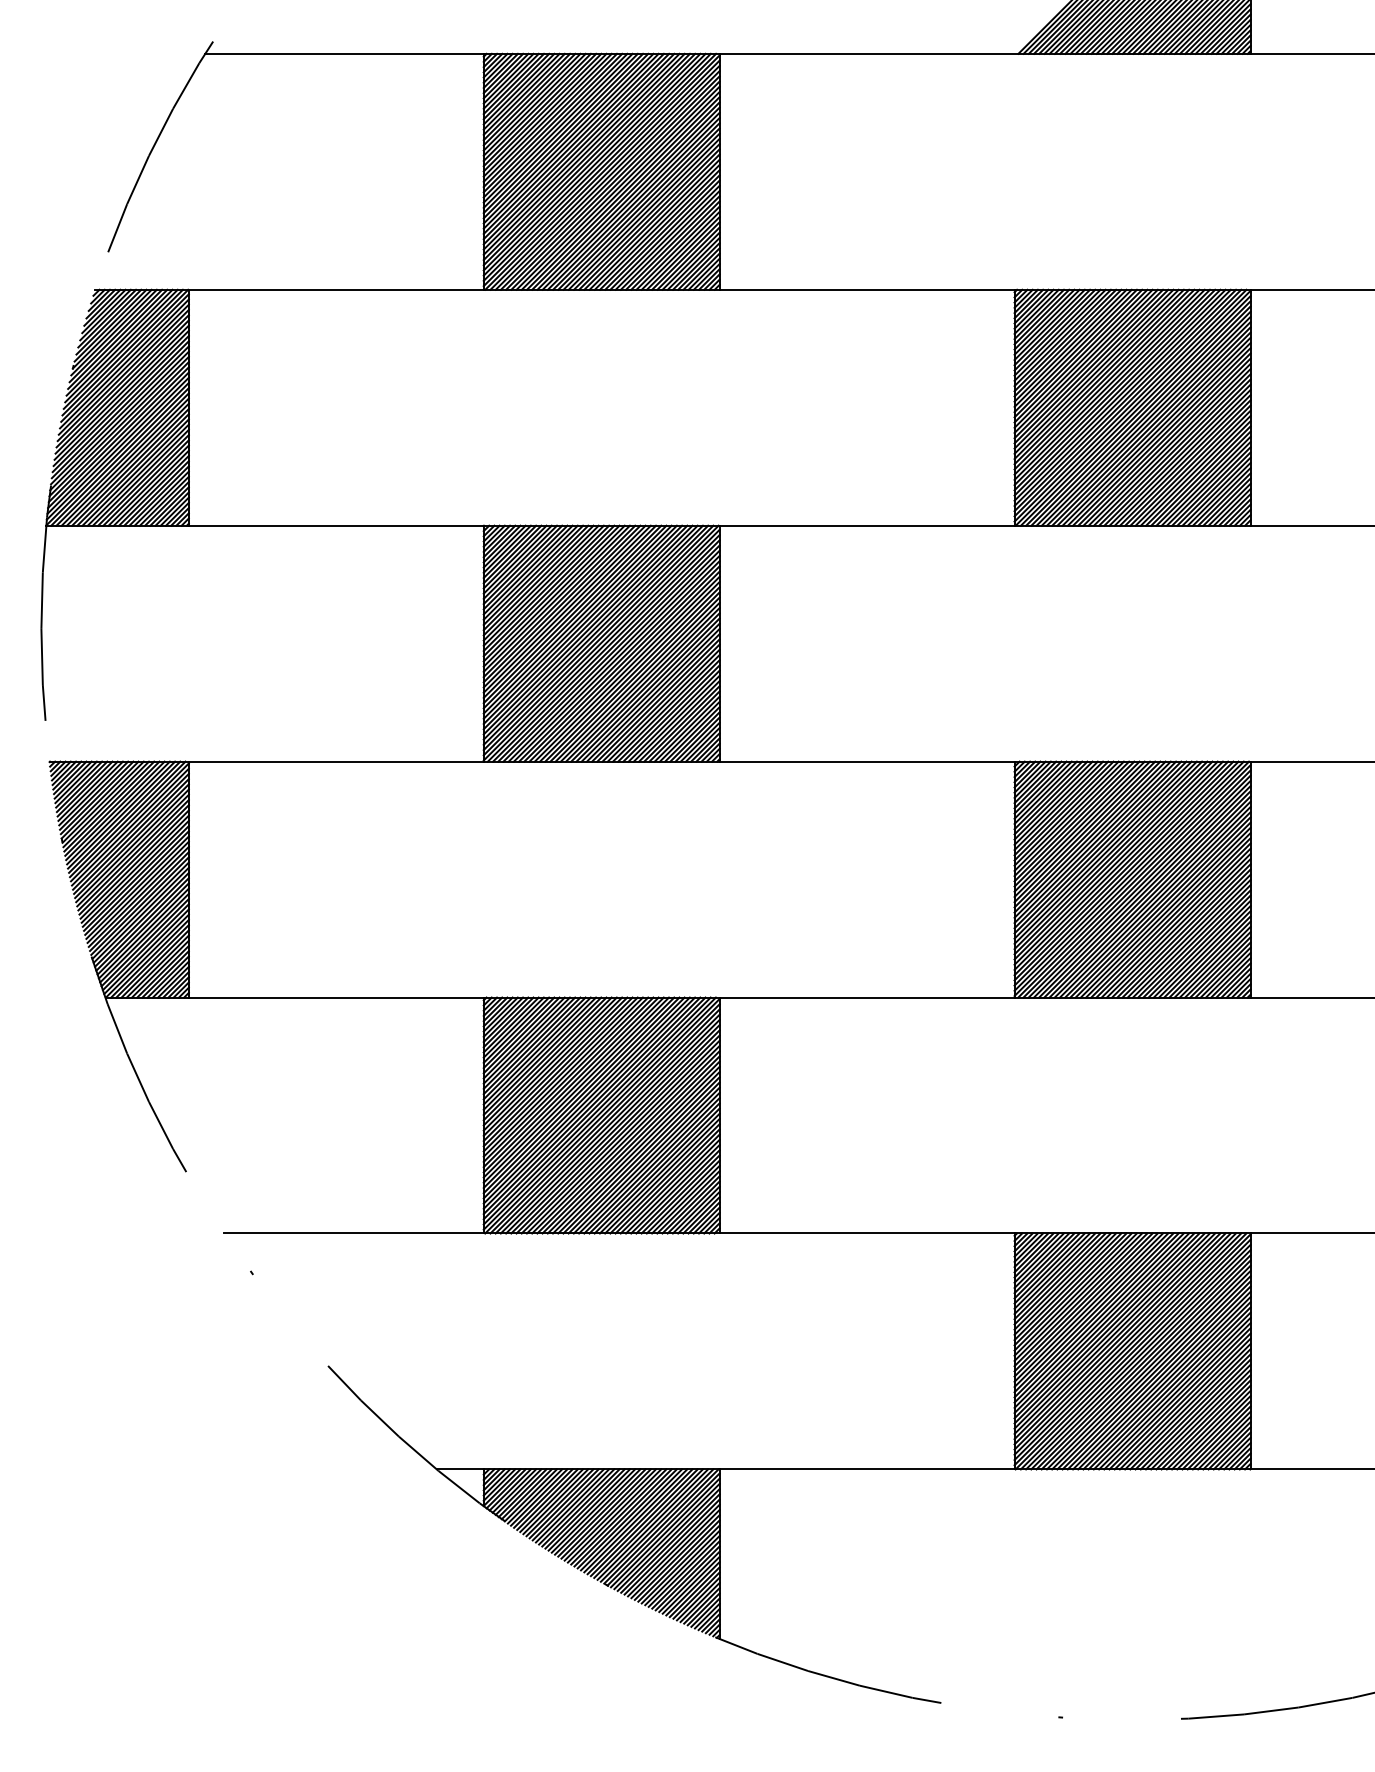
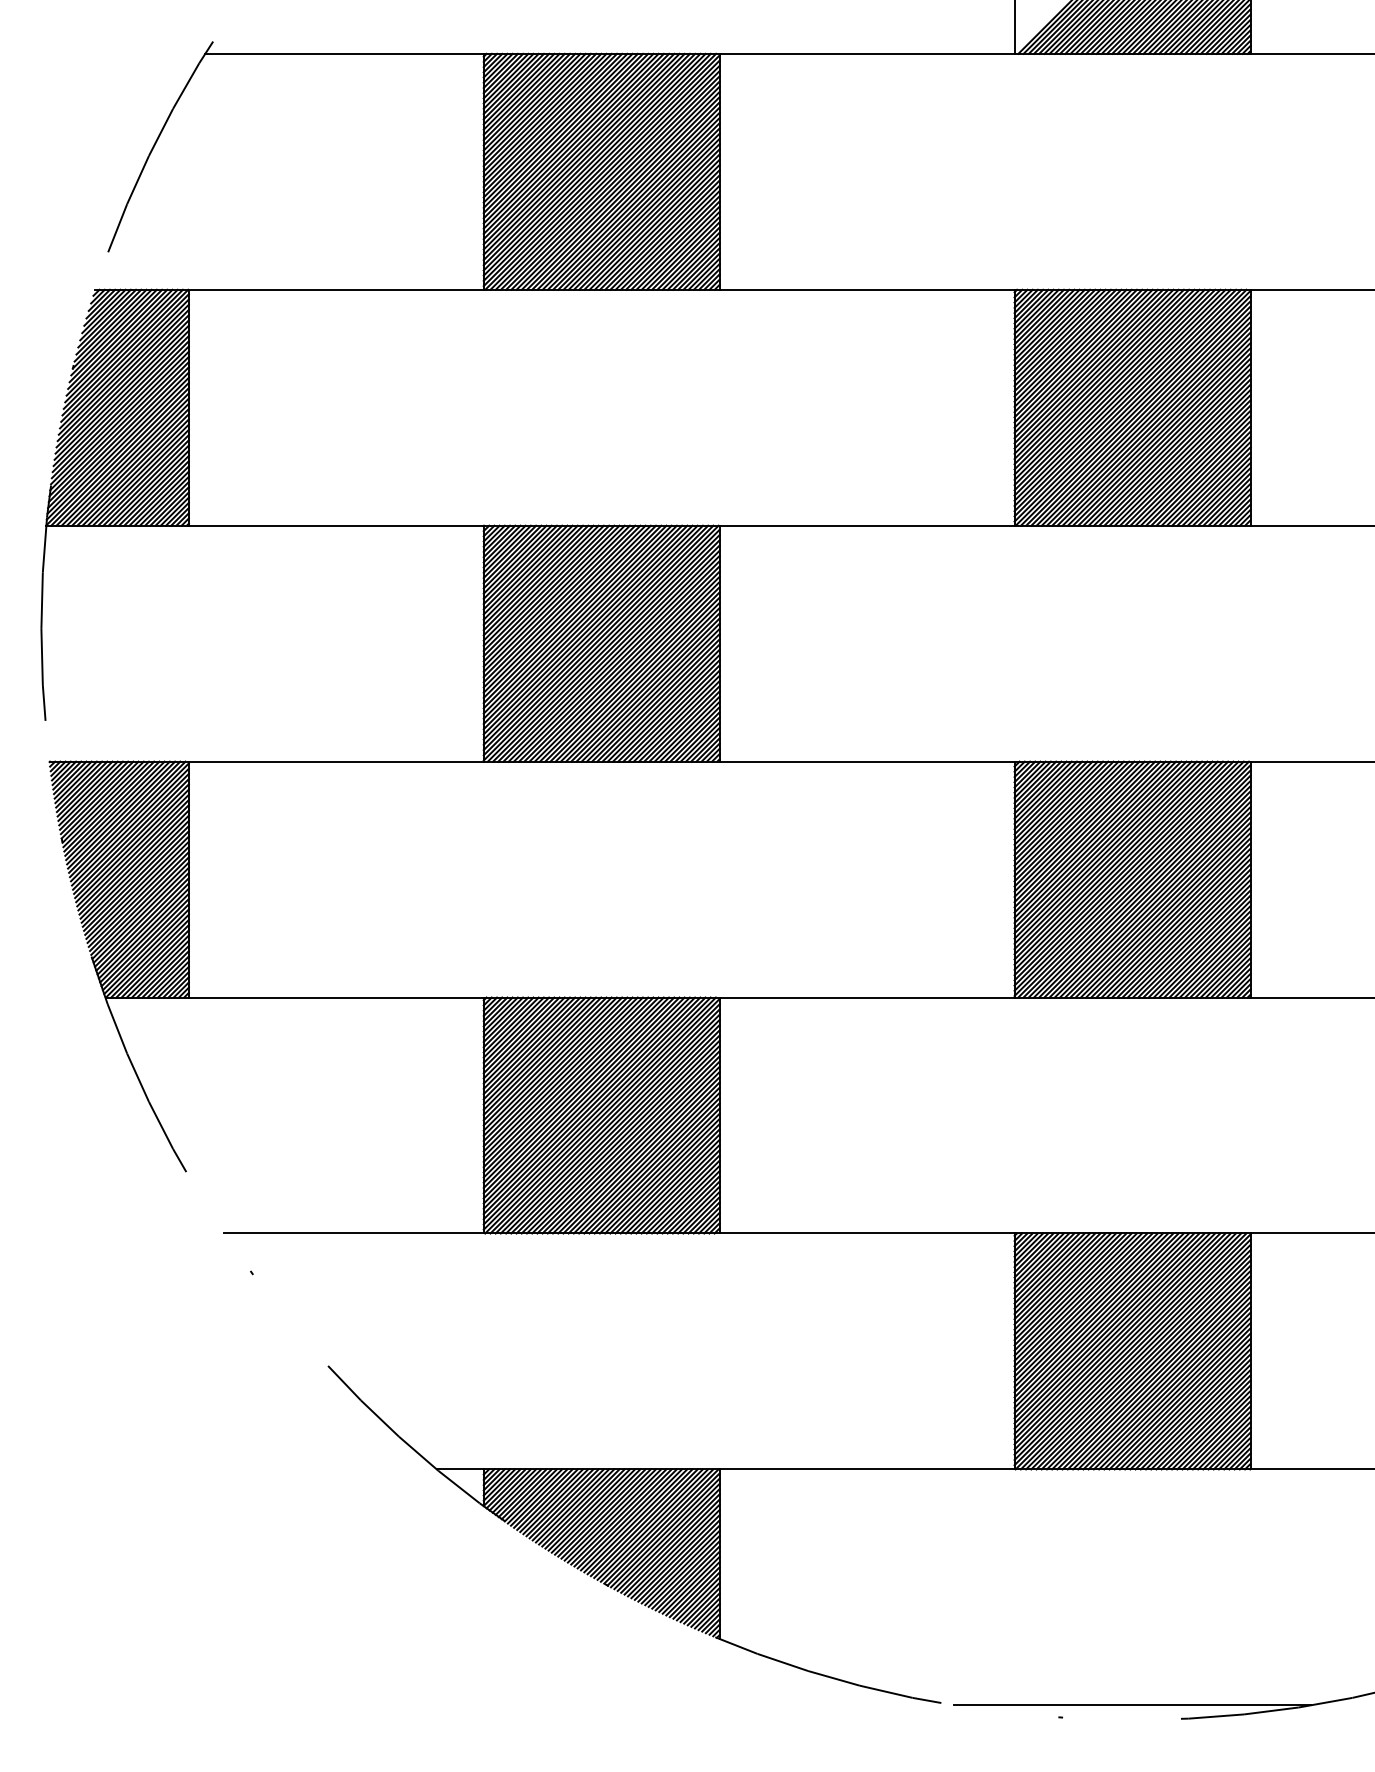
line at (1014, 27): none -> present
line at (1132, 1705): none -> present
